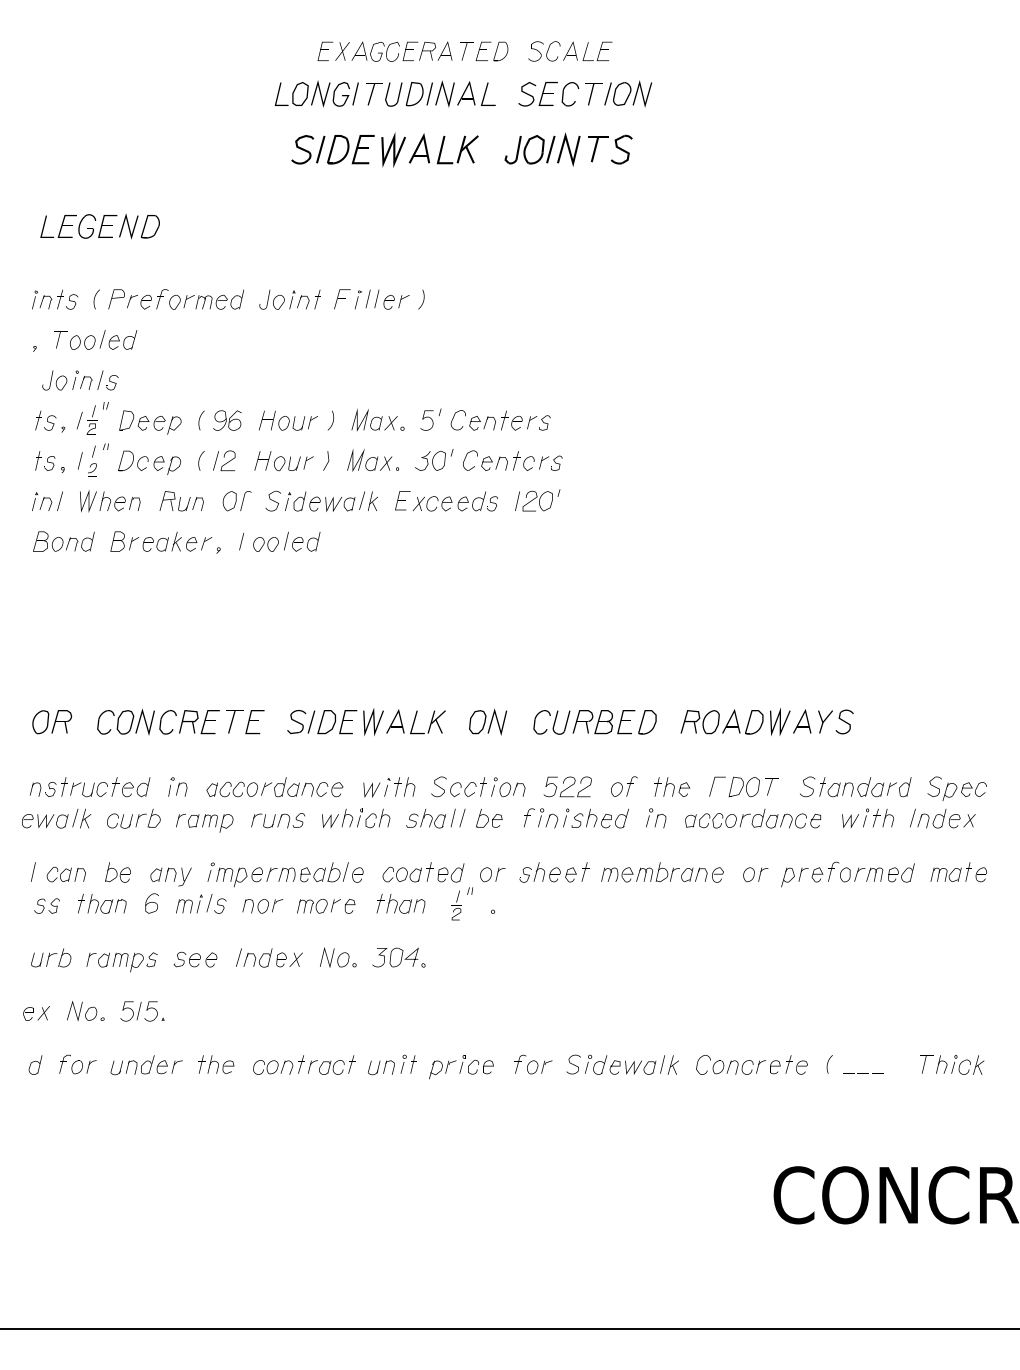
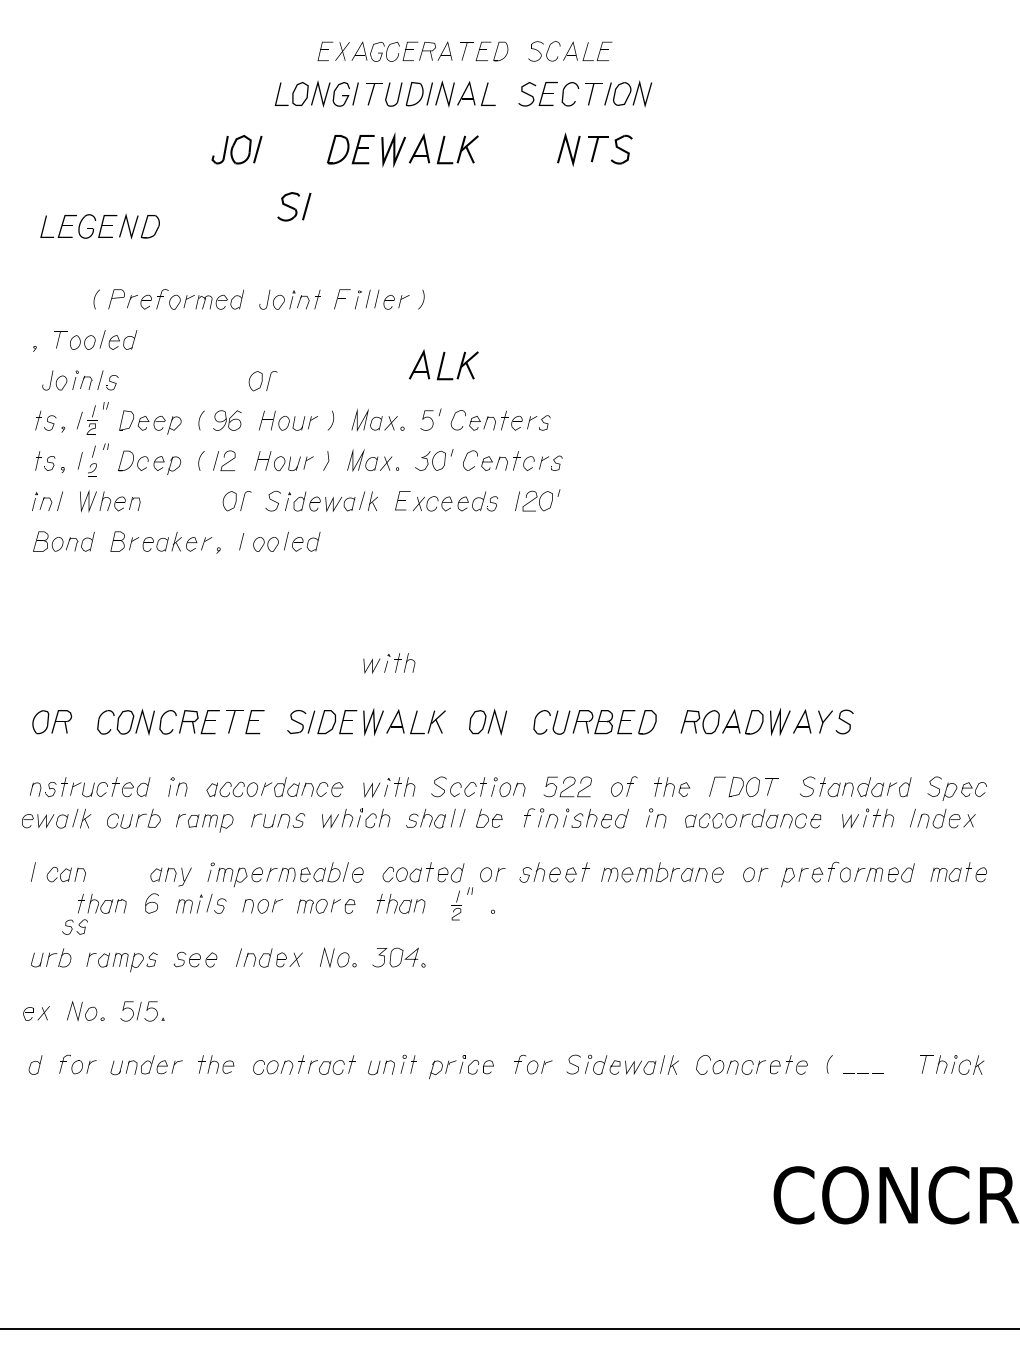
part at (308, 149) position: (308, 149) -> (294, 206)
part at (529, 149) position: (529, 149) -> (236, 149)
part at (55, 299): present -> none
part at (443, 364): none -> present
part at (262, 381): none -> present
part at (181, 501): present -> none
part at (389, 663): none -> present
part at (117, 872): present -> none
part at (46, 905) position: (46, 905) -> (74, 926)
